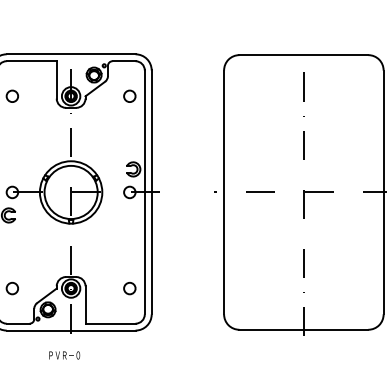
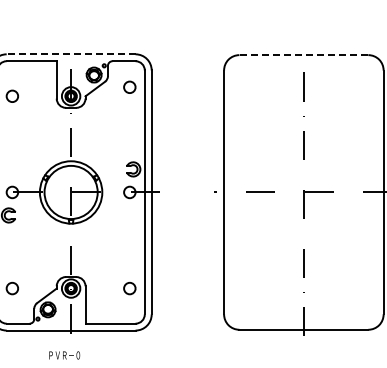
line at (70, 54): solid -> dashed
line at (303, 55): solid -> dashed
circle at (129, 95) position: (129, 95) -> (129, 86)
